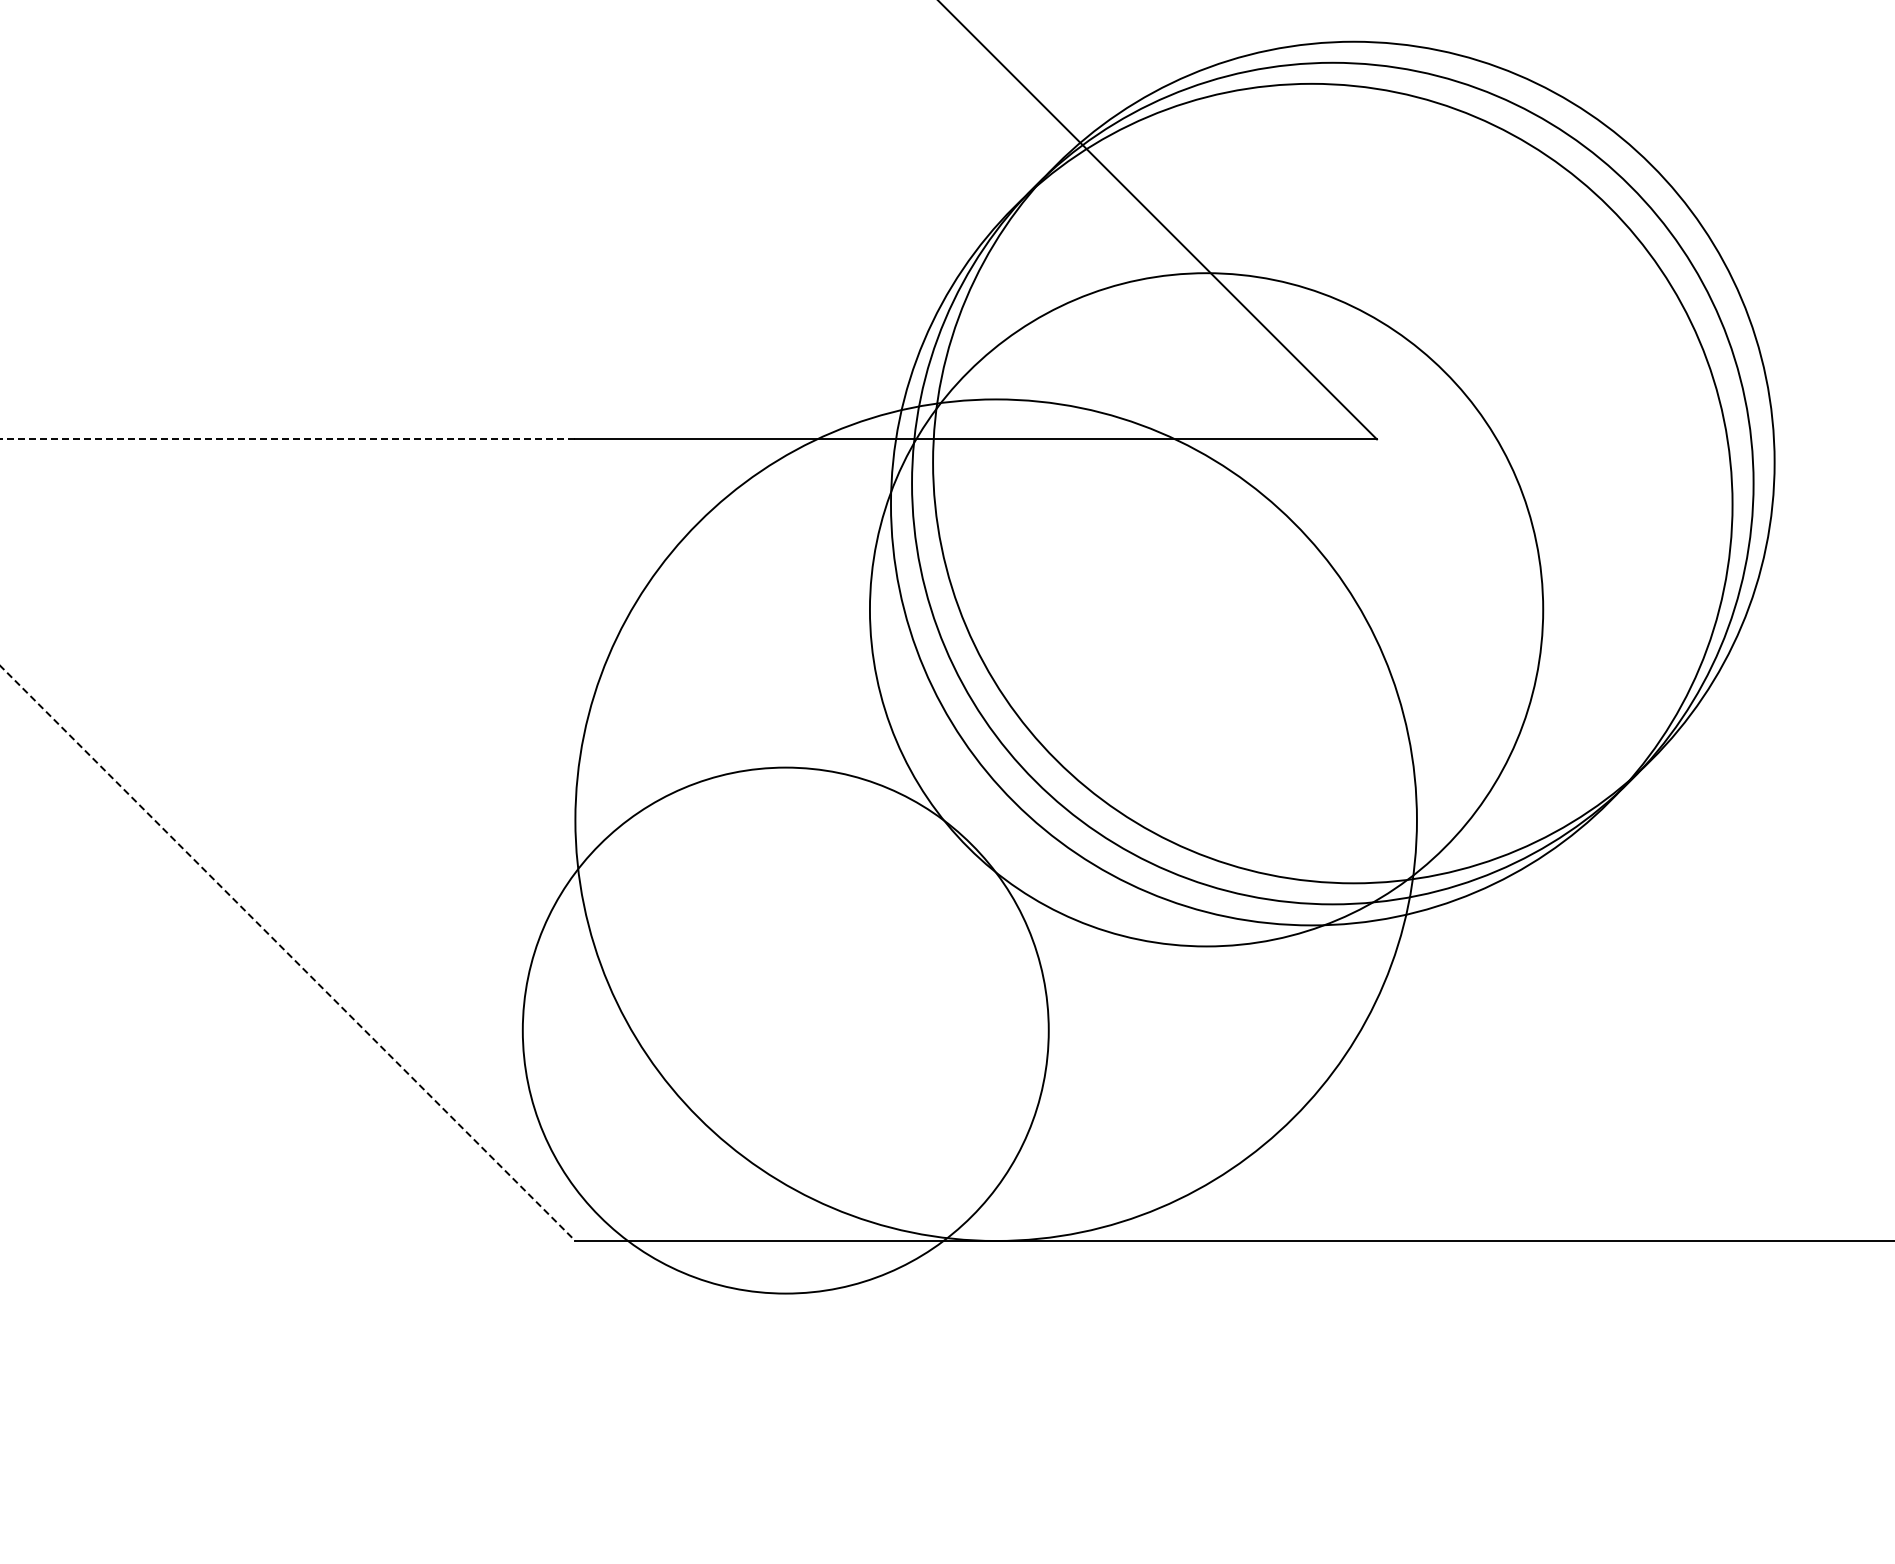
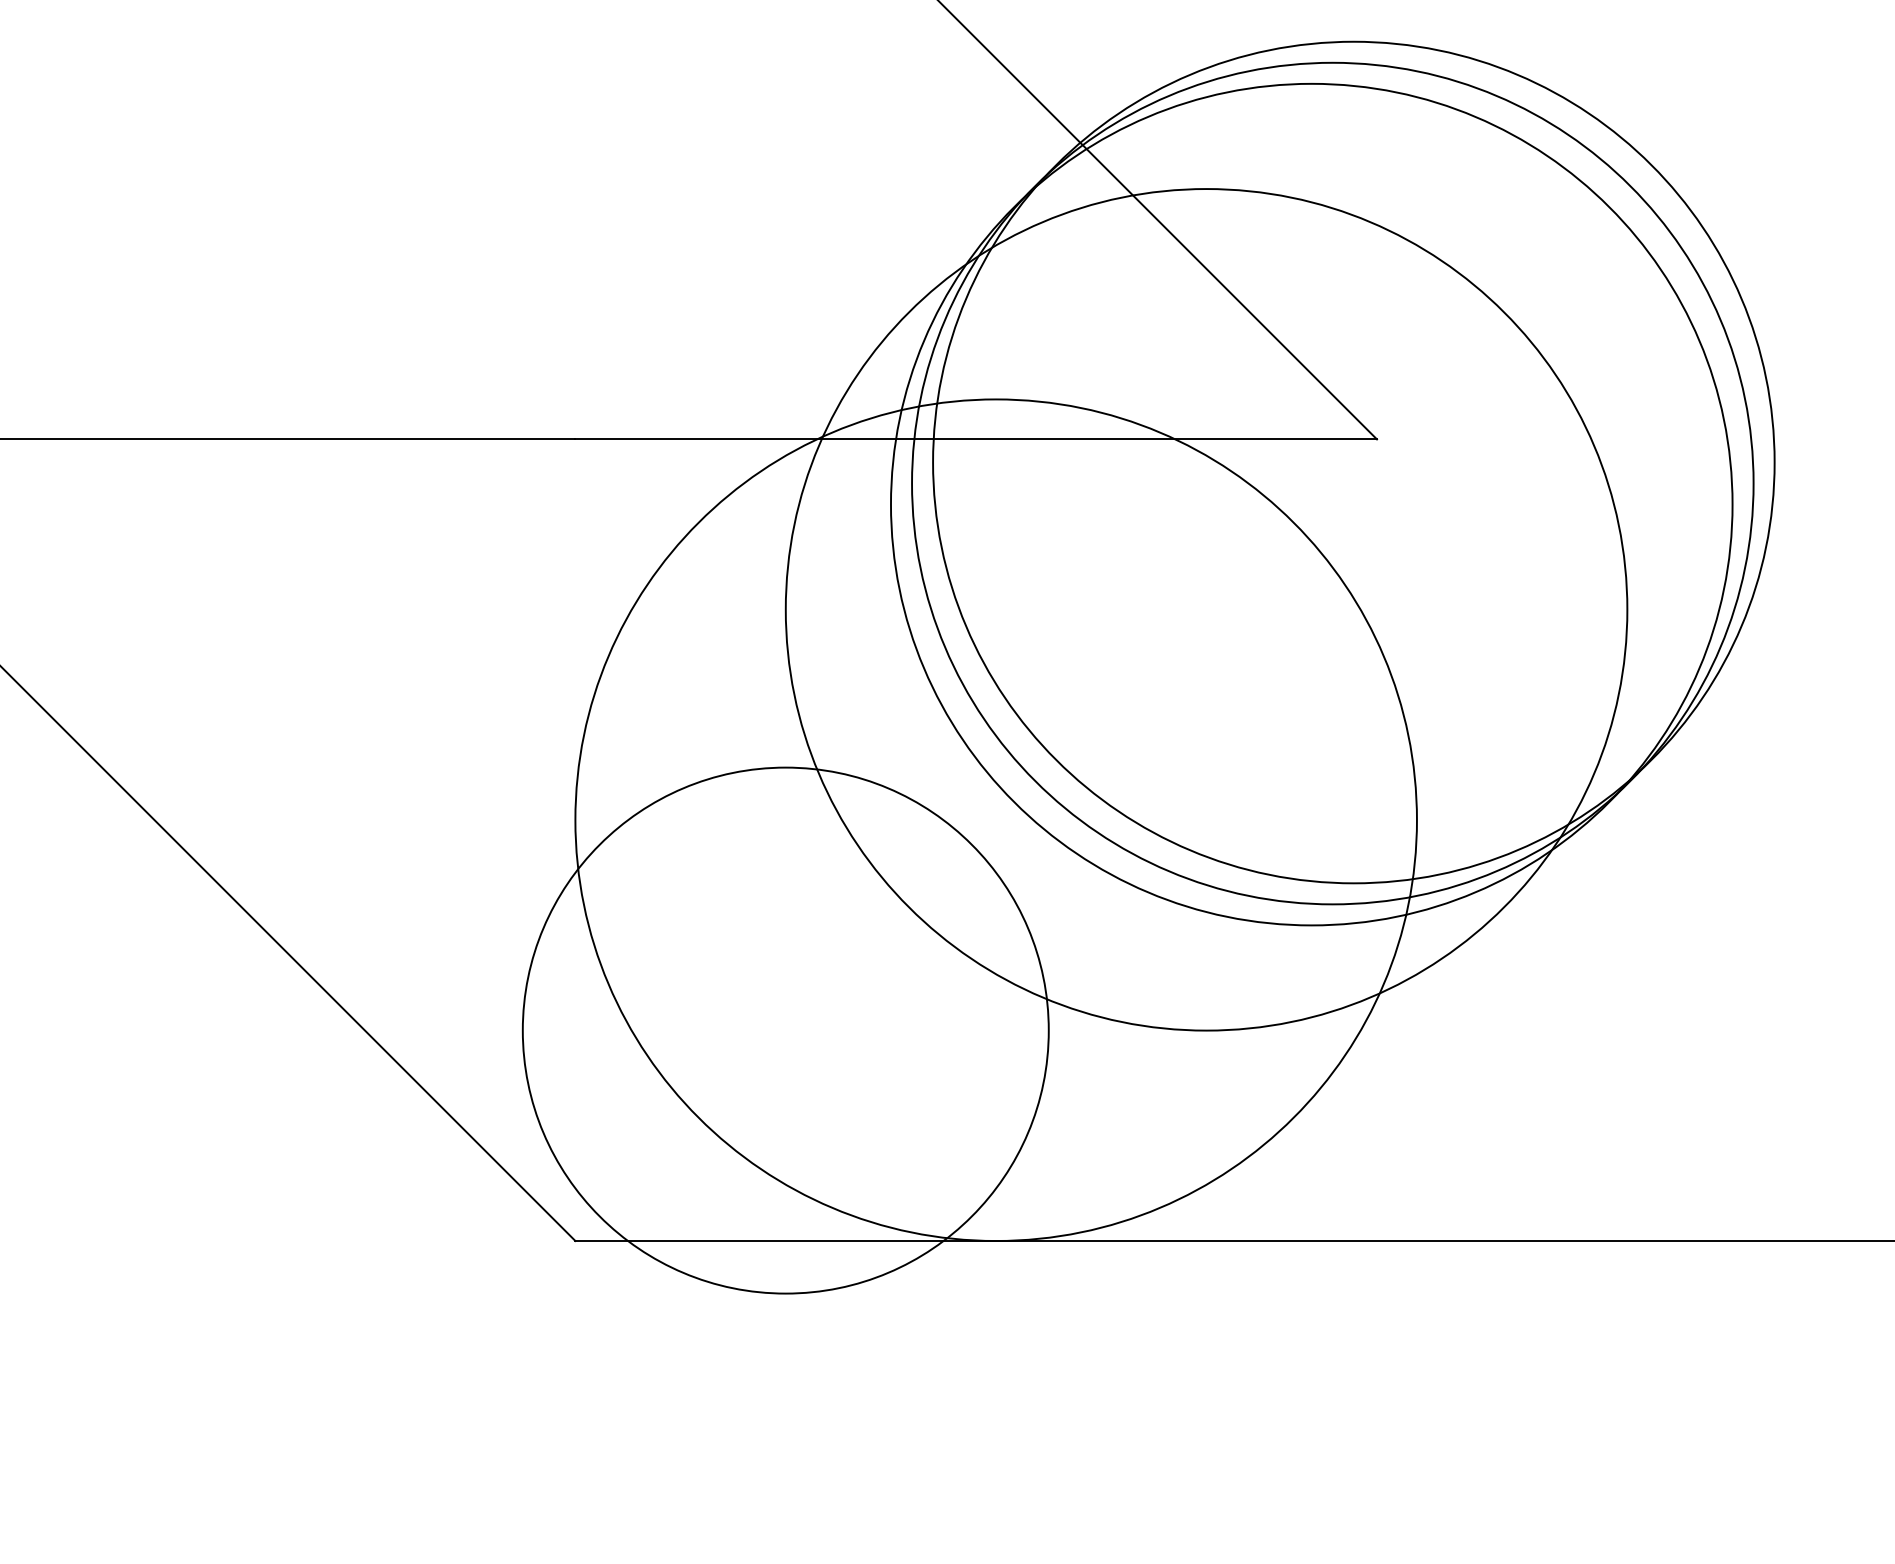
line at (287, 439): dashed -> solid
circle at (1206, 609) diameter: 673 px -> 842 px
line at (287, 953): dashed -> solid
